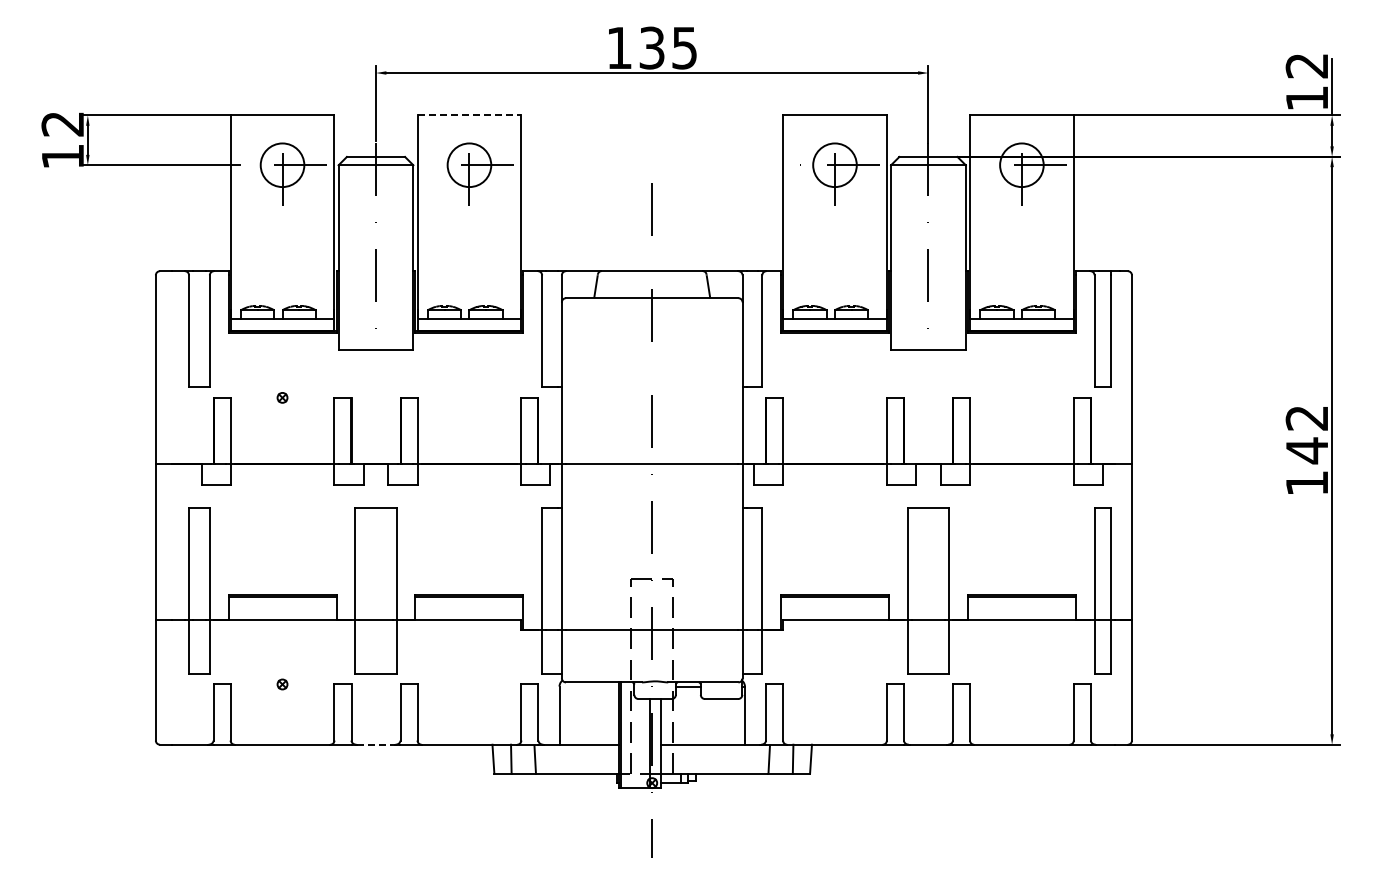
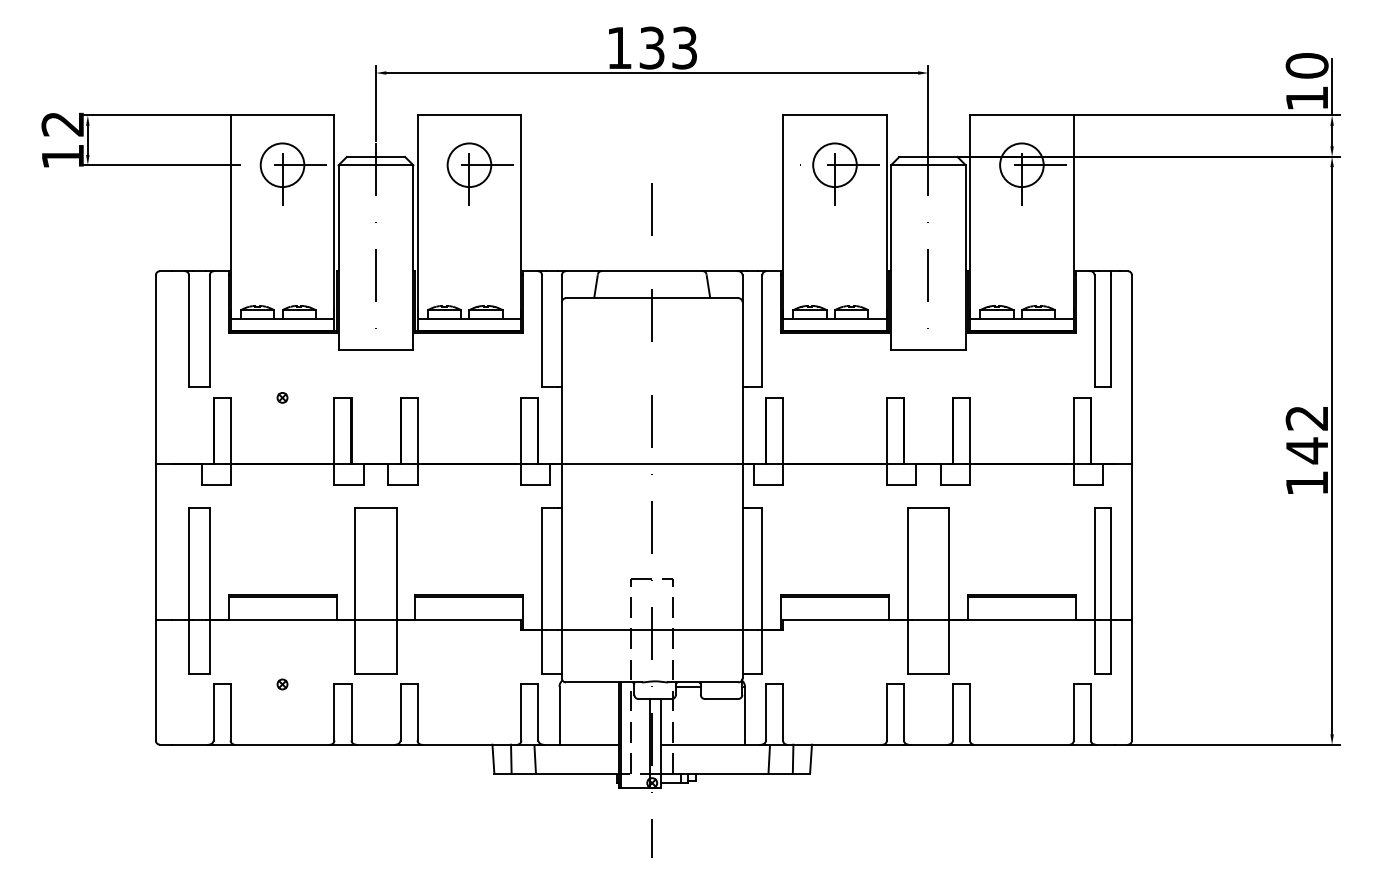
text at (684, 47): 135 -> 133
text at (1306, 65): 12 -> 10
line at (469, 115): dashed -> solid
line at (375, 744): dashed -> solid
